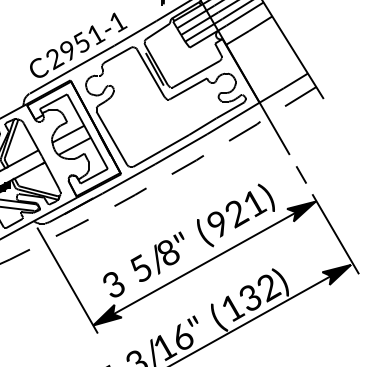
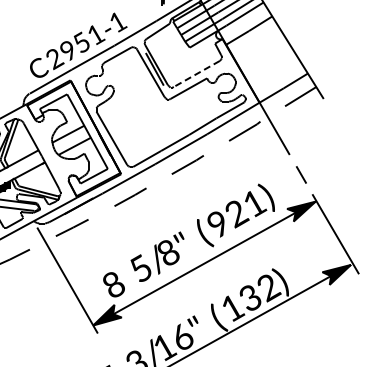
line at (196, 74): solid -> dashed
text at (113, 284): 3 -> 8
